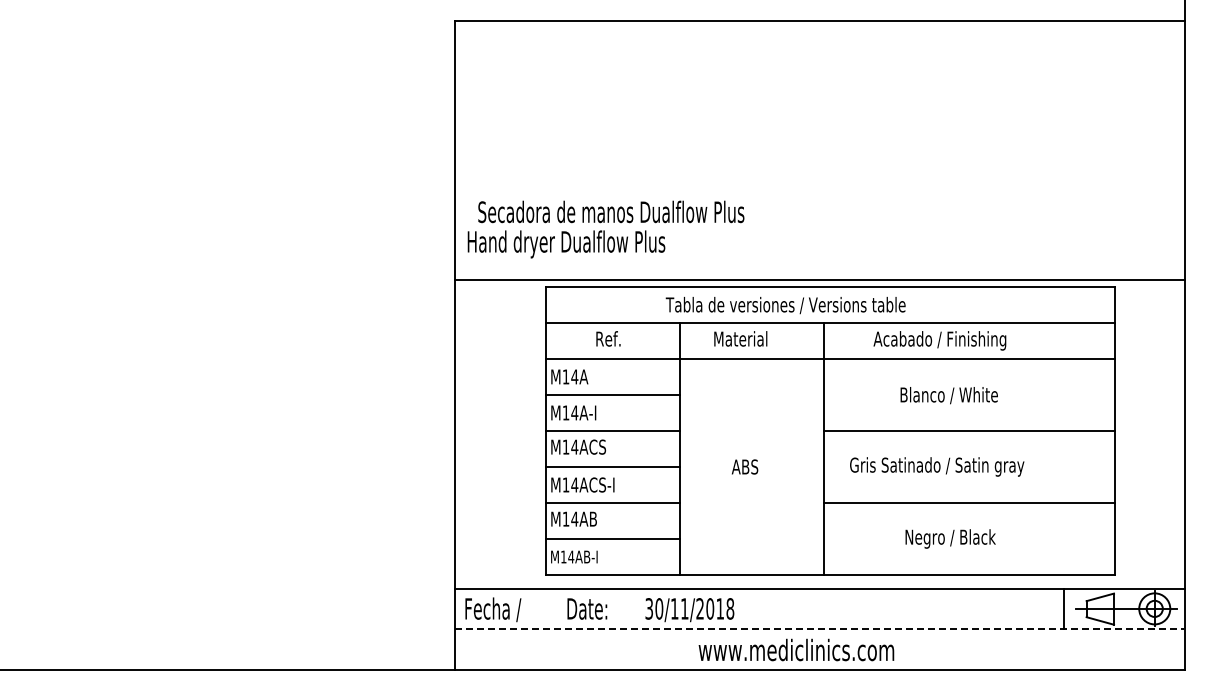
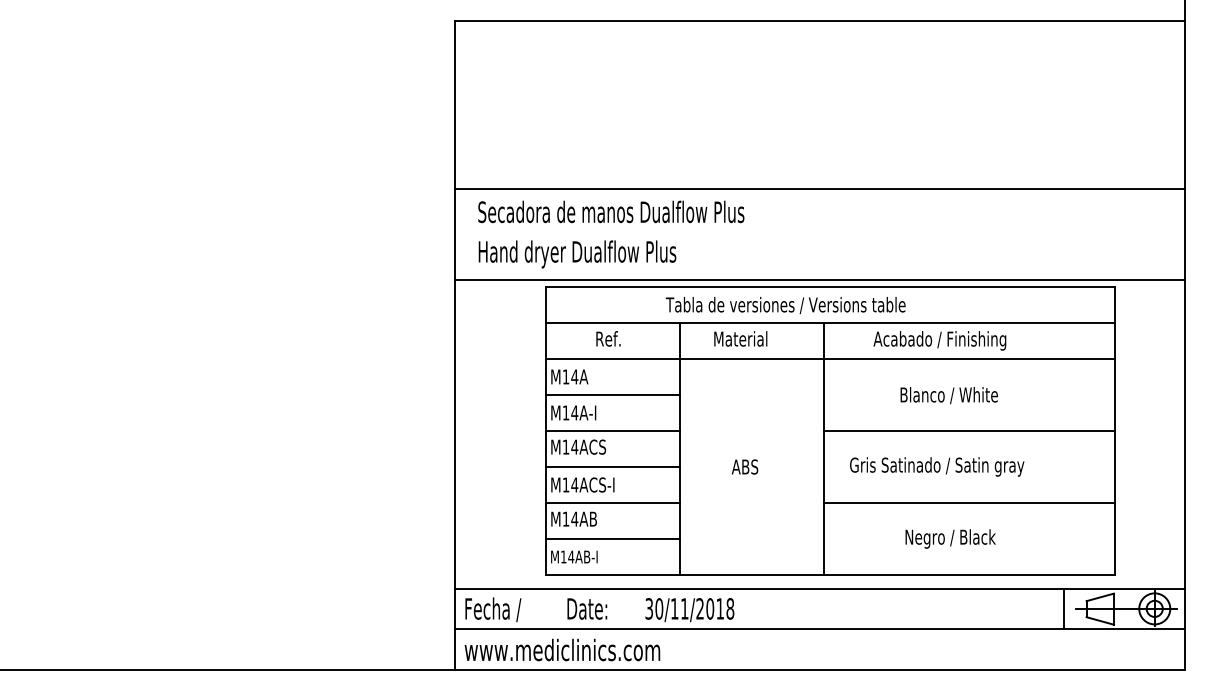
line at (819, 189): none -> present
text at (566, 244) position: (566, 244) -> (577, 254)
line at (819, 628): dashed -> solid
text at (796, 649) position: (796, 649) -> (562, 649)
